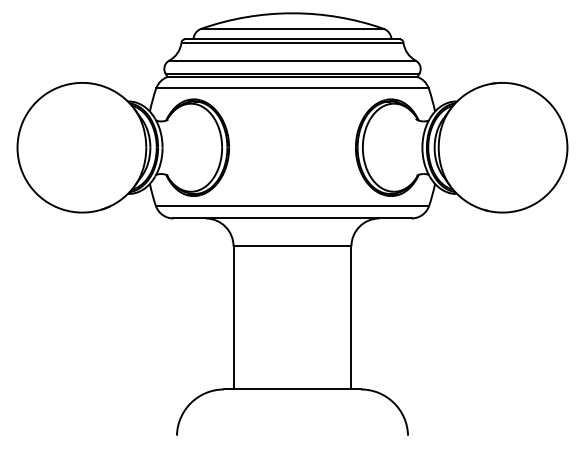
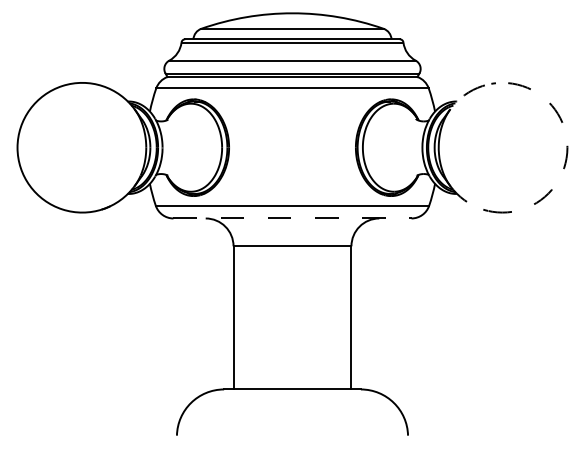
arc at (567, 147): solid -> dashed
line at (293, 218): solid -> dashed
